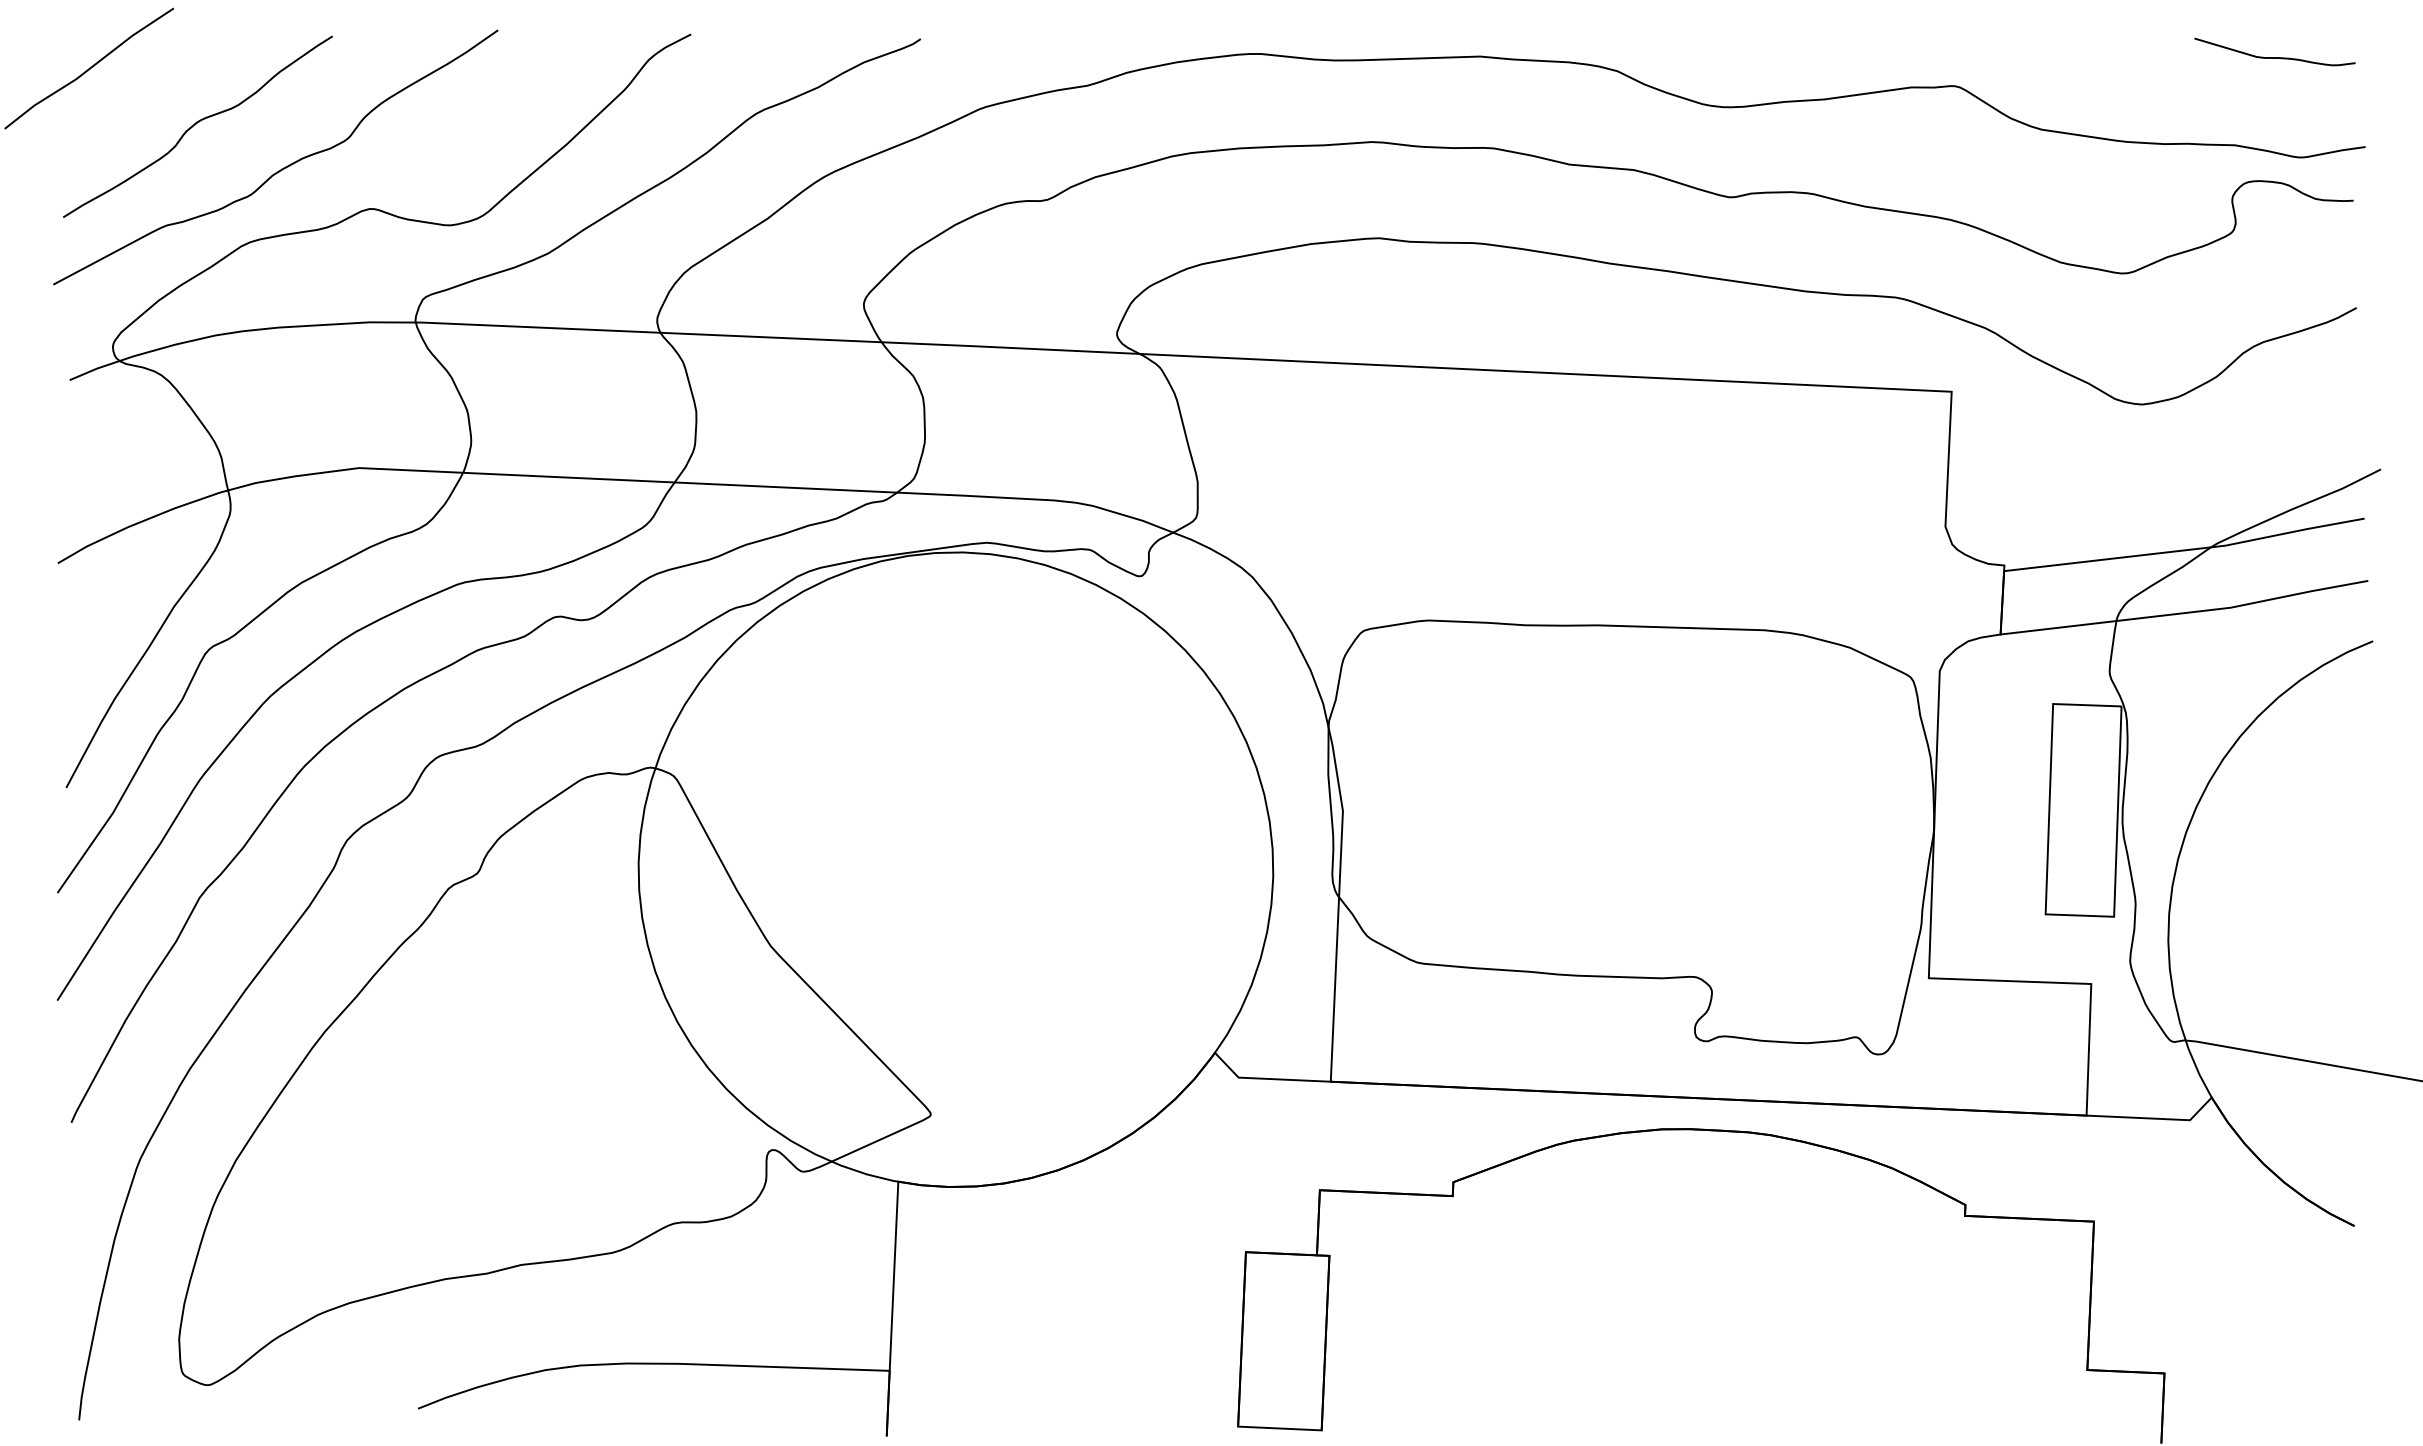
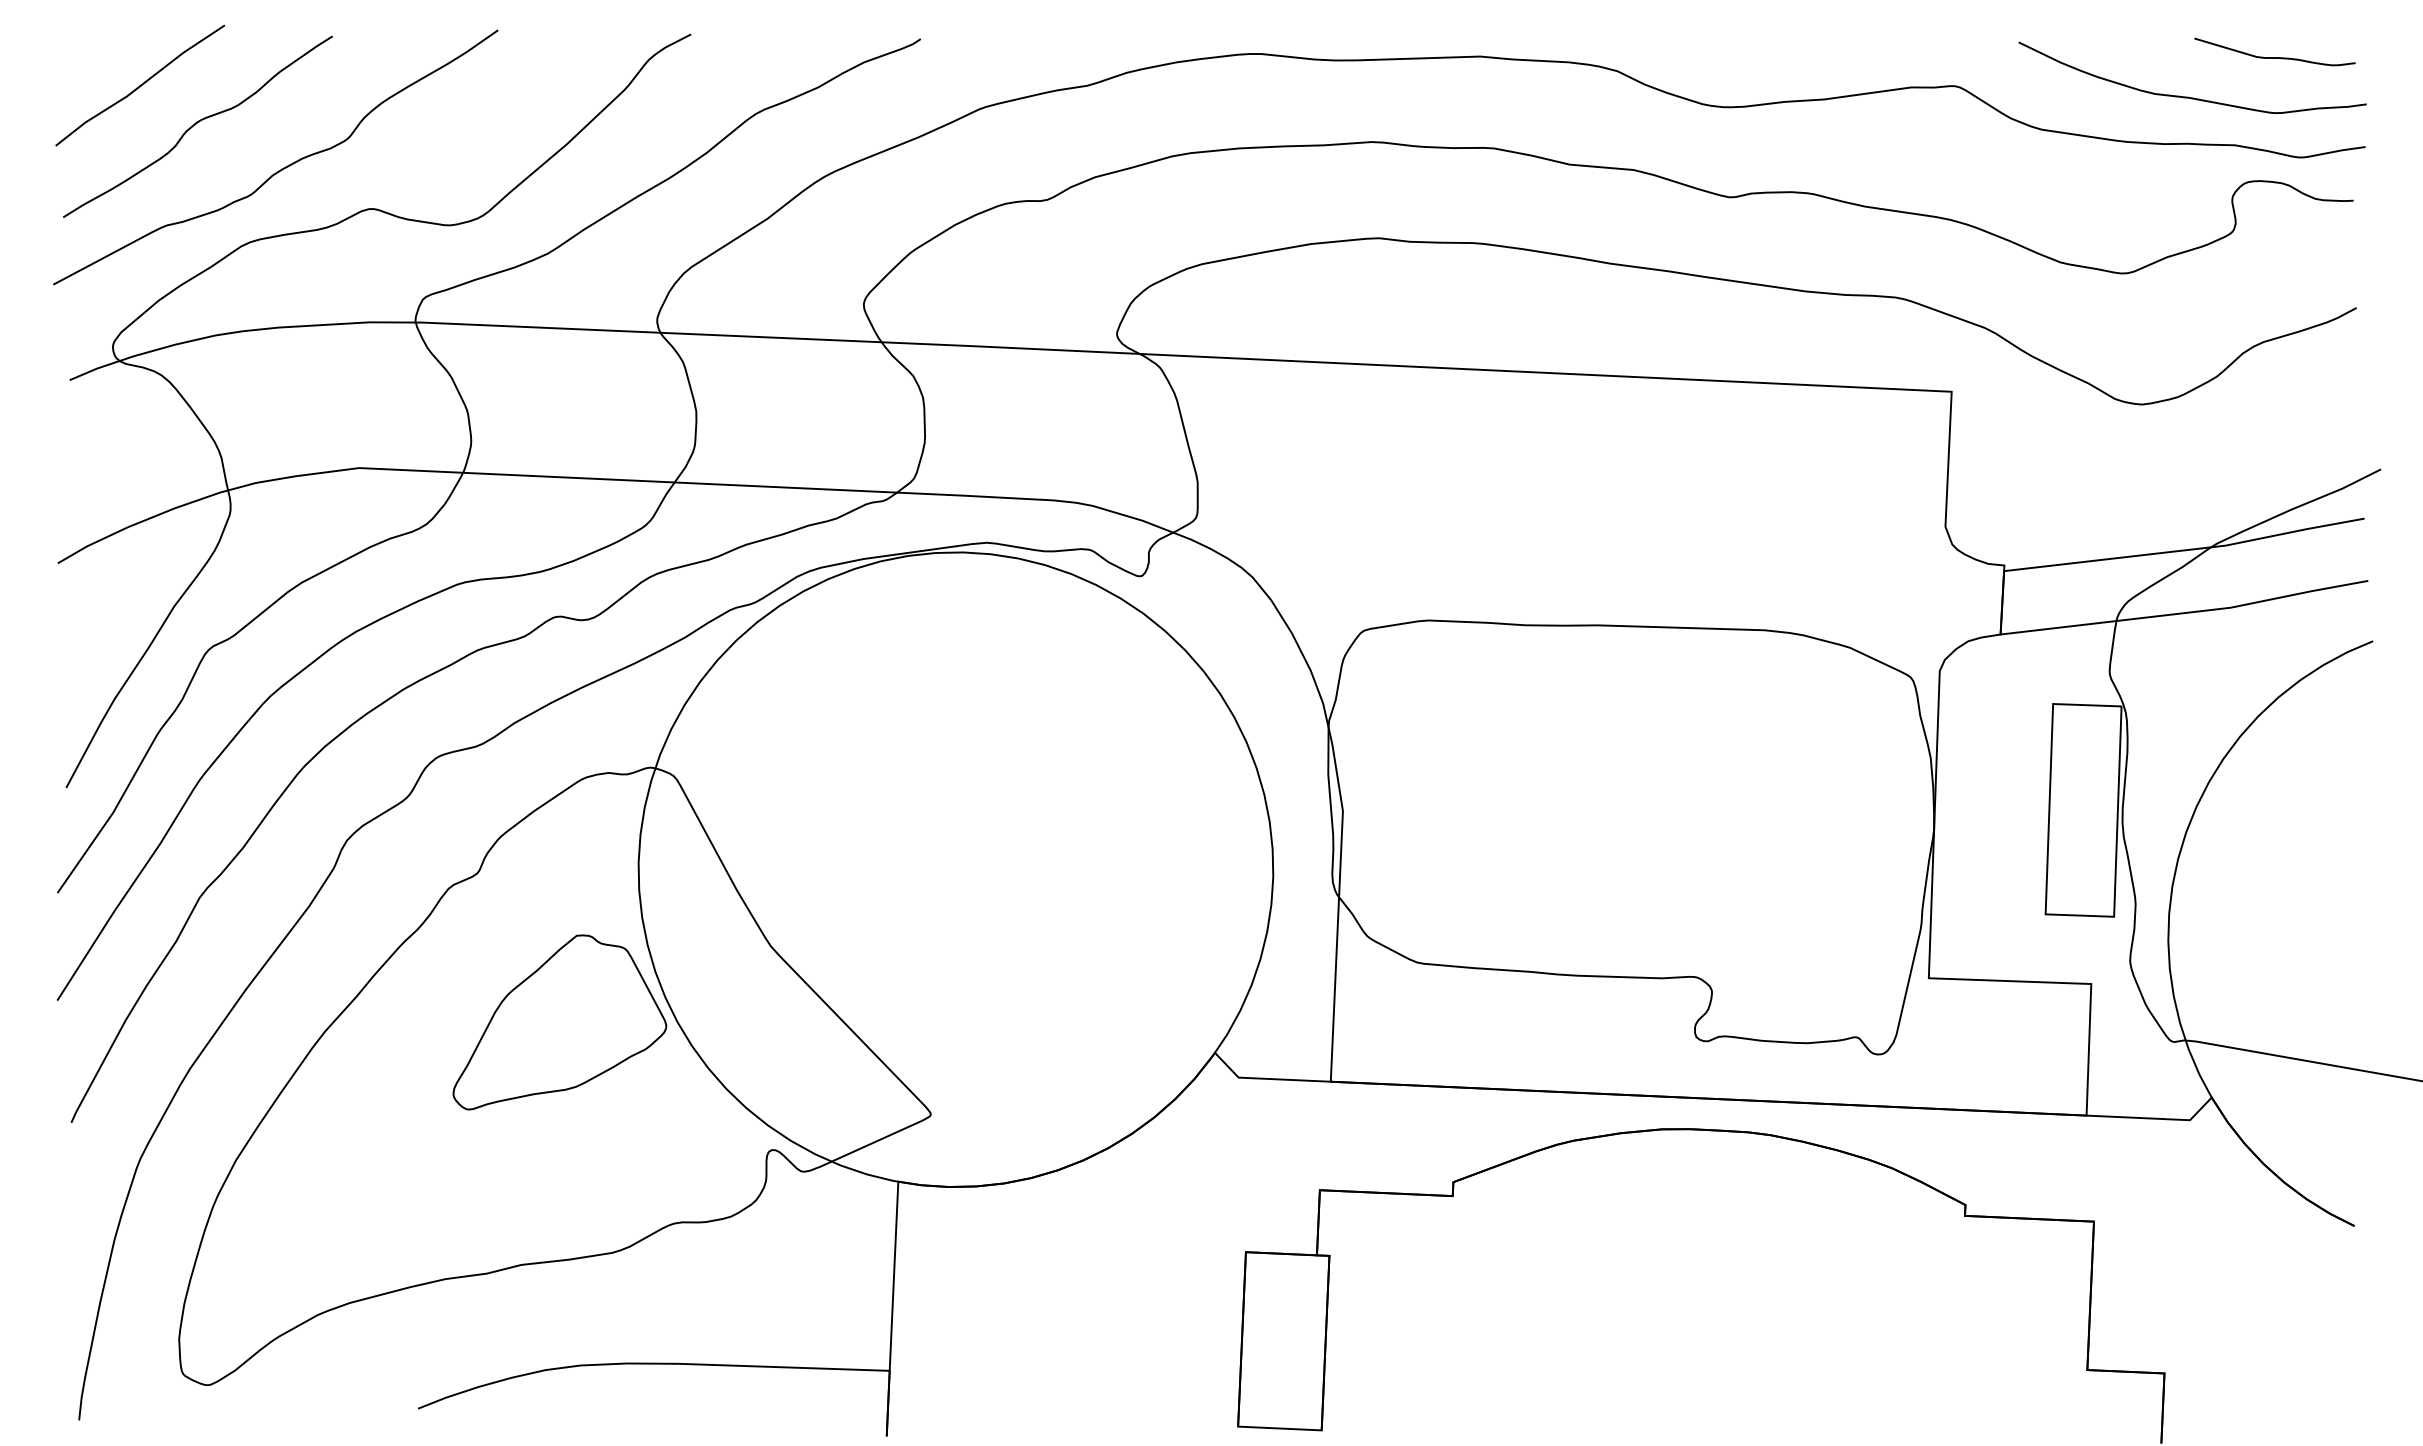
line at (88, 68) position: (88, 68) -> (139, 85)
curve at (2188, 96): none -> present
part at (559, 1022): none -> present
